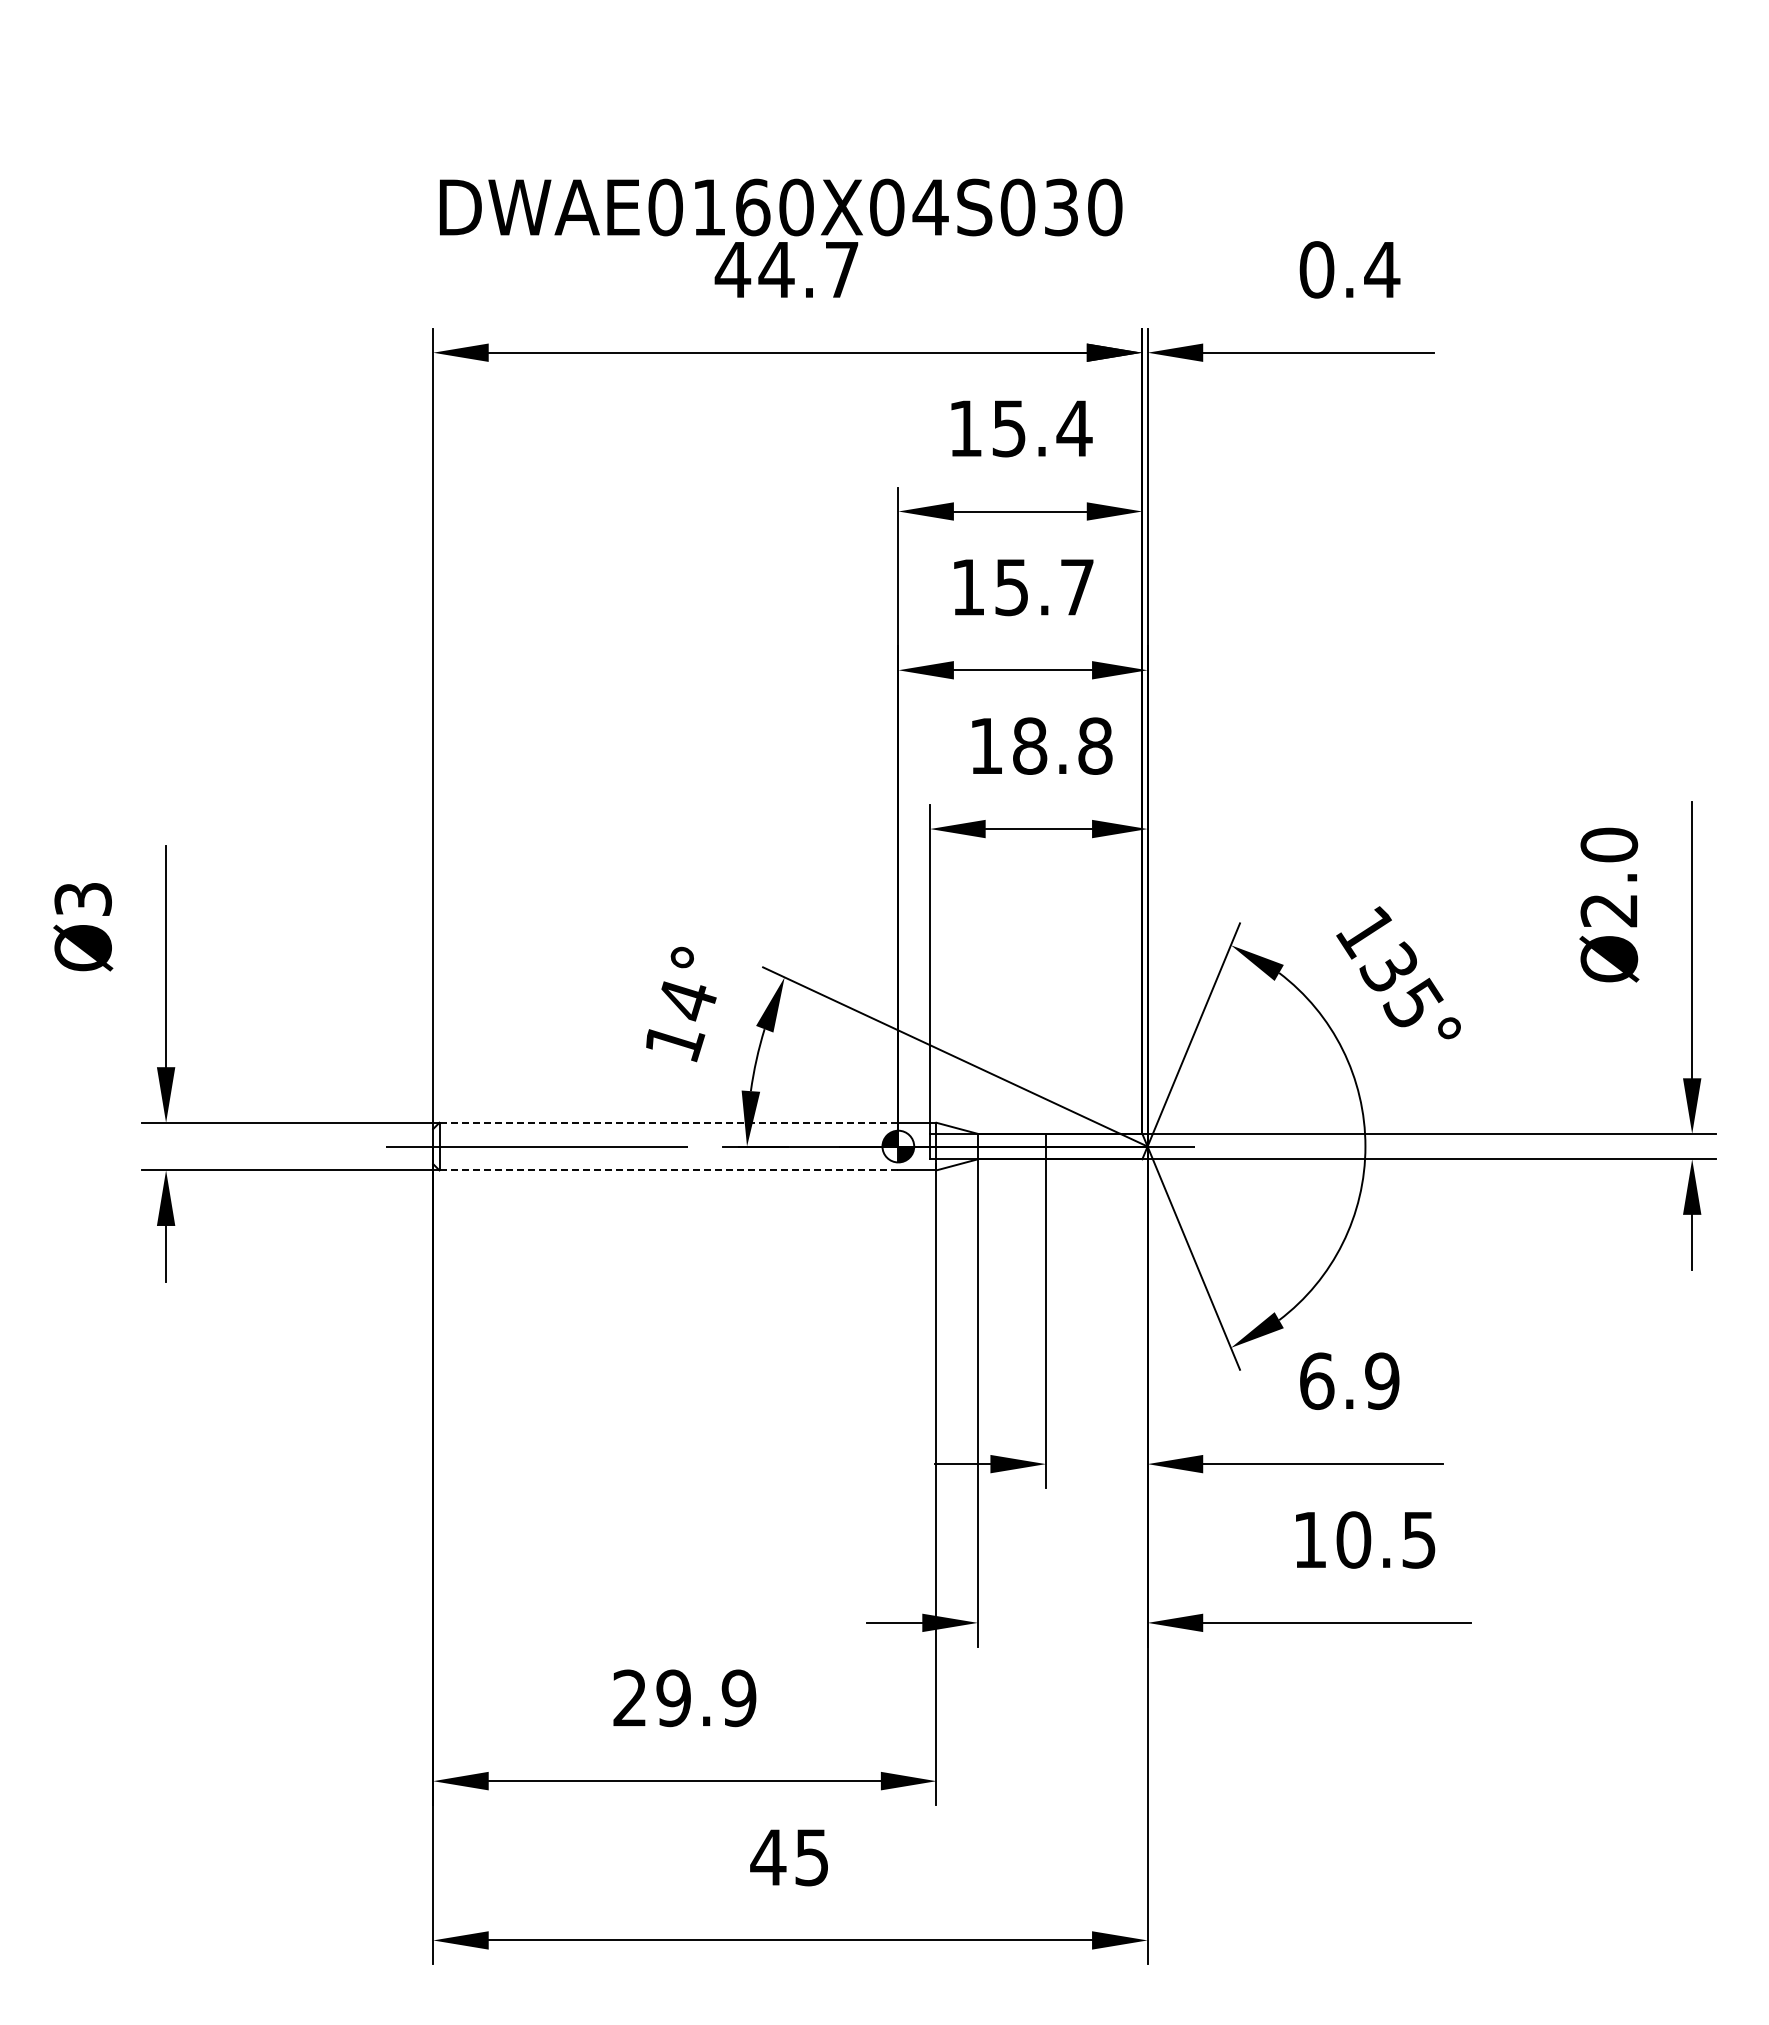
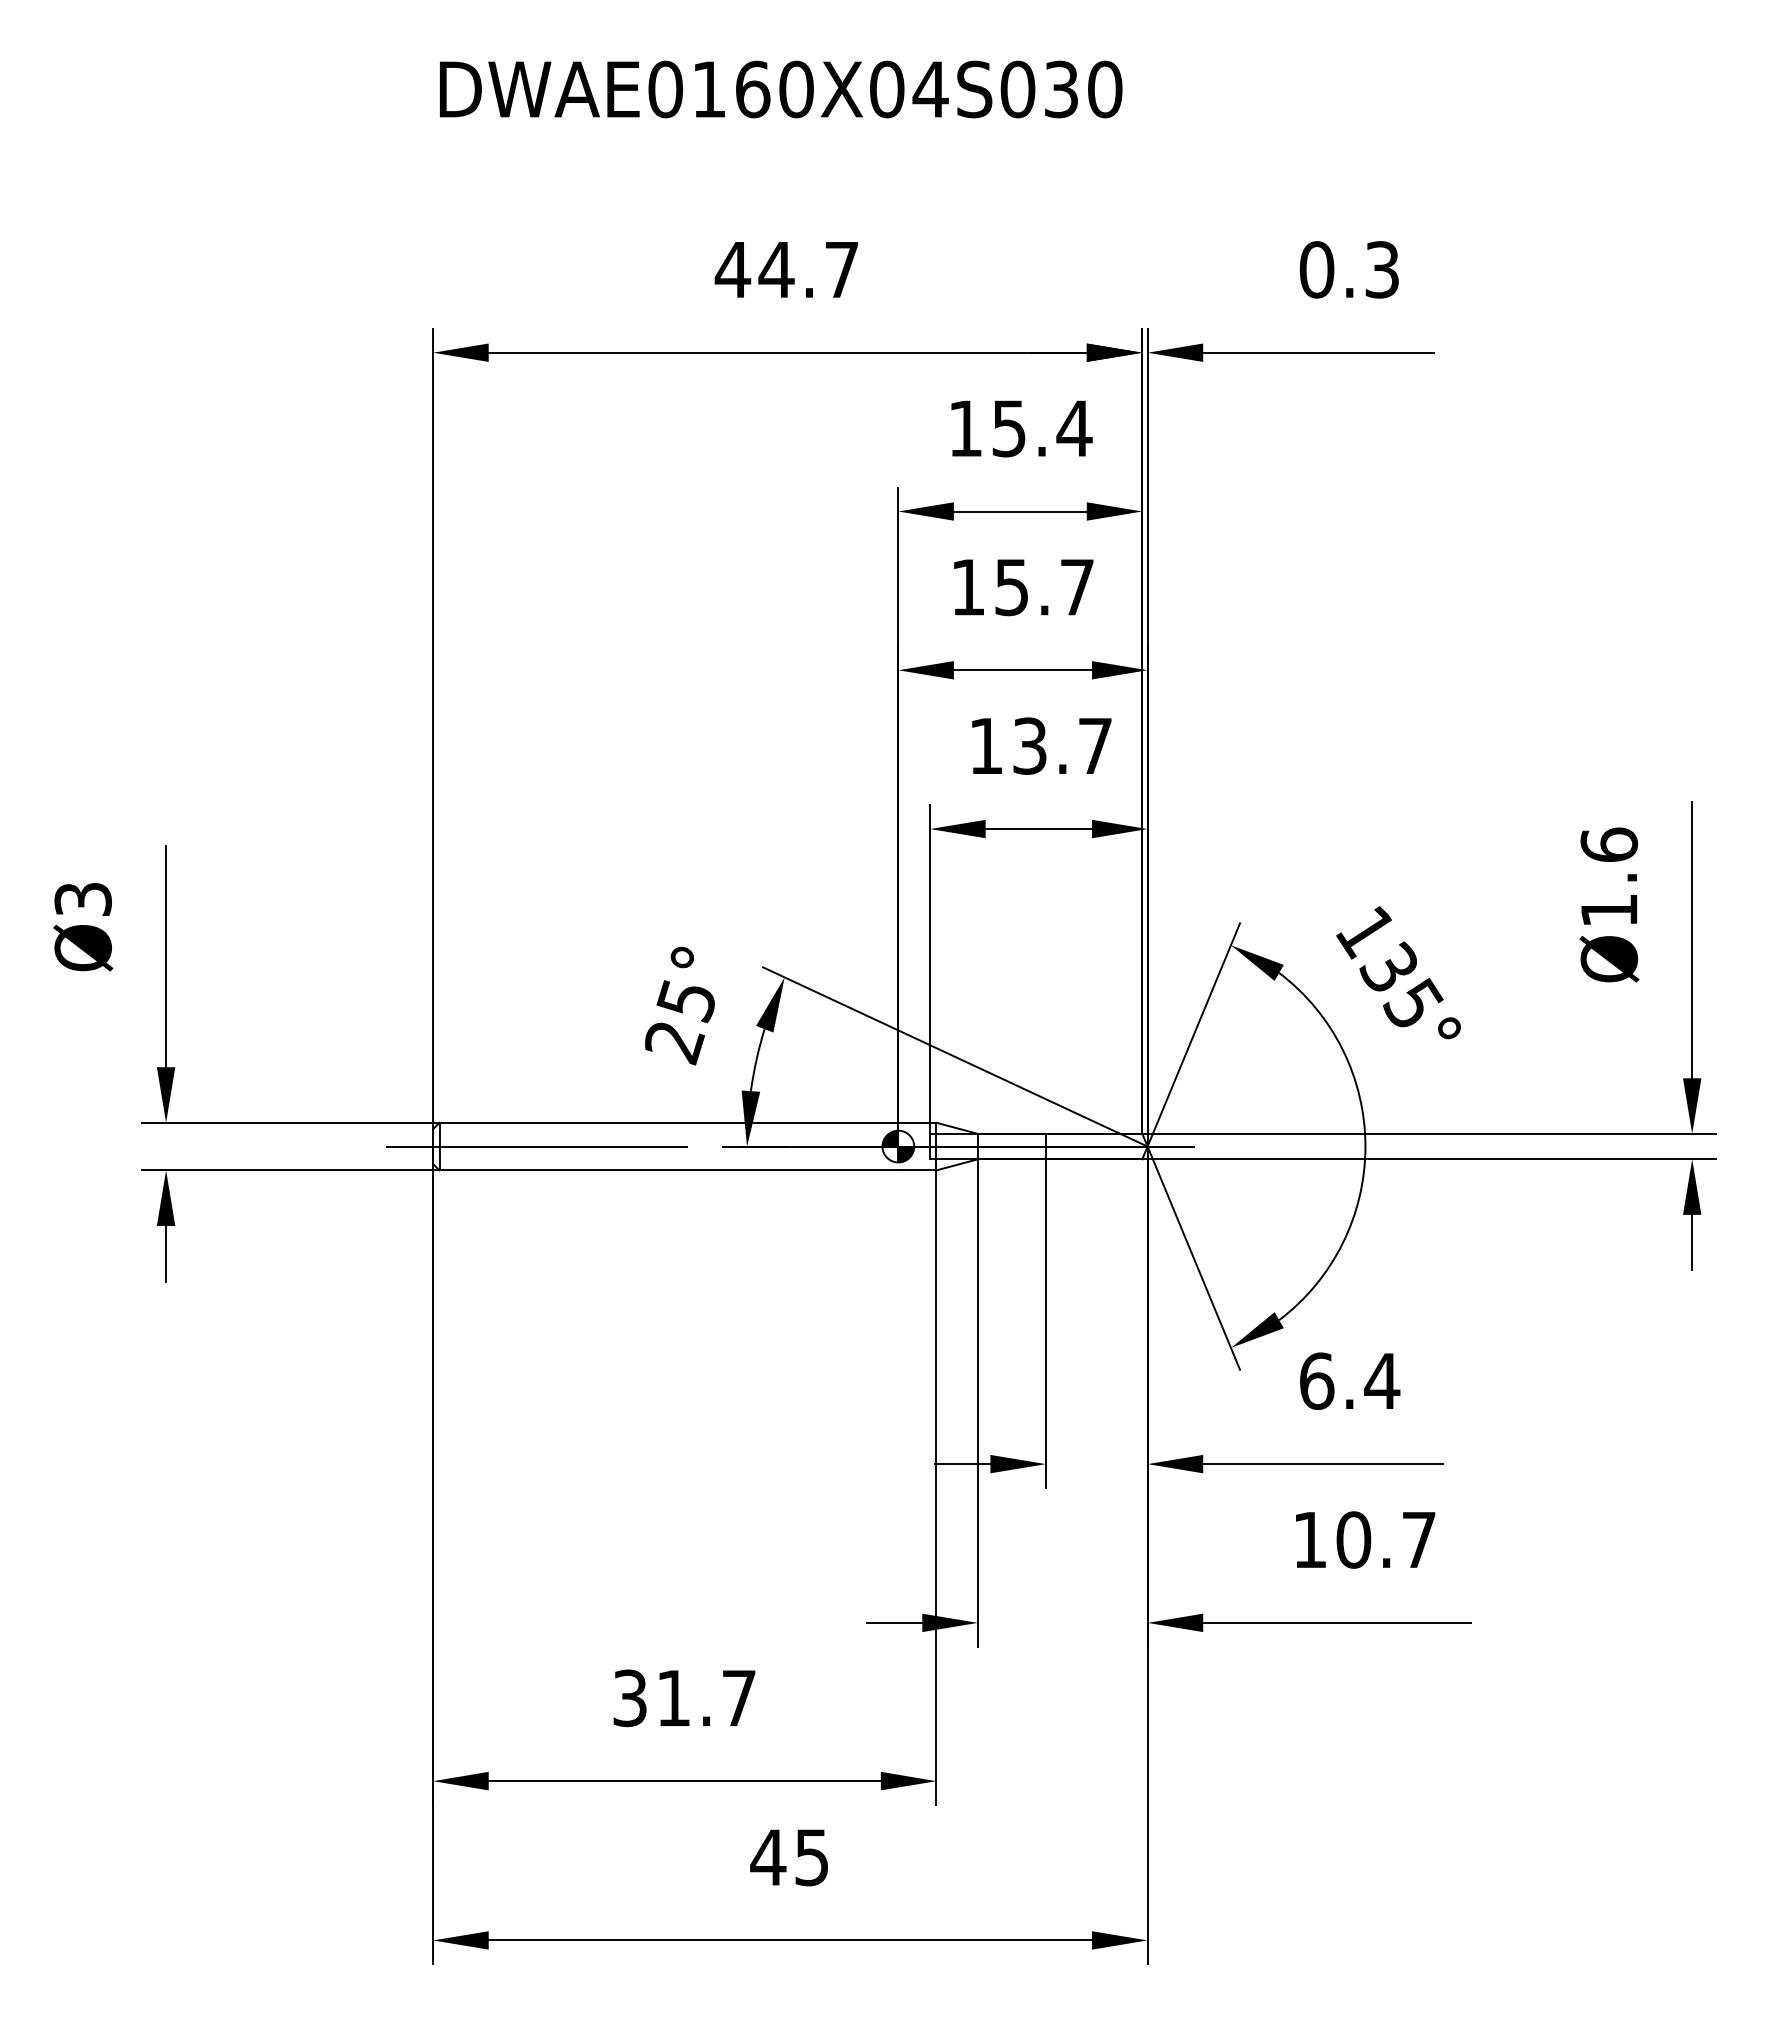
text at (781, 207) position: (781, 207) -> (781, 89)
text at (1382, 269): 0.4 -> 0.3
text at (1062, 745): 18.8 -> 13.7
text at (1609, 877): Ø2.0 -> Ø1.6
text at (680, 1022): 14° -> 25°
line at (668, 1122): dashed -> solid
line at (669, 1170): dashed -> solid
text at (1382, 1380): 6.9 -> 6.4
text at (1418, 1540): 10.5 -> 10.7
text at (684, 1698): 29.9 -> 31.7
